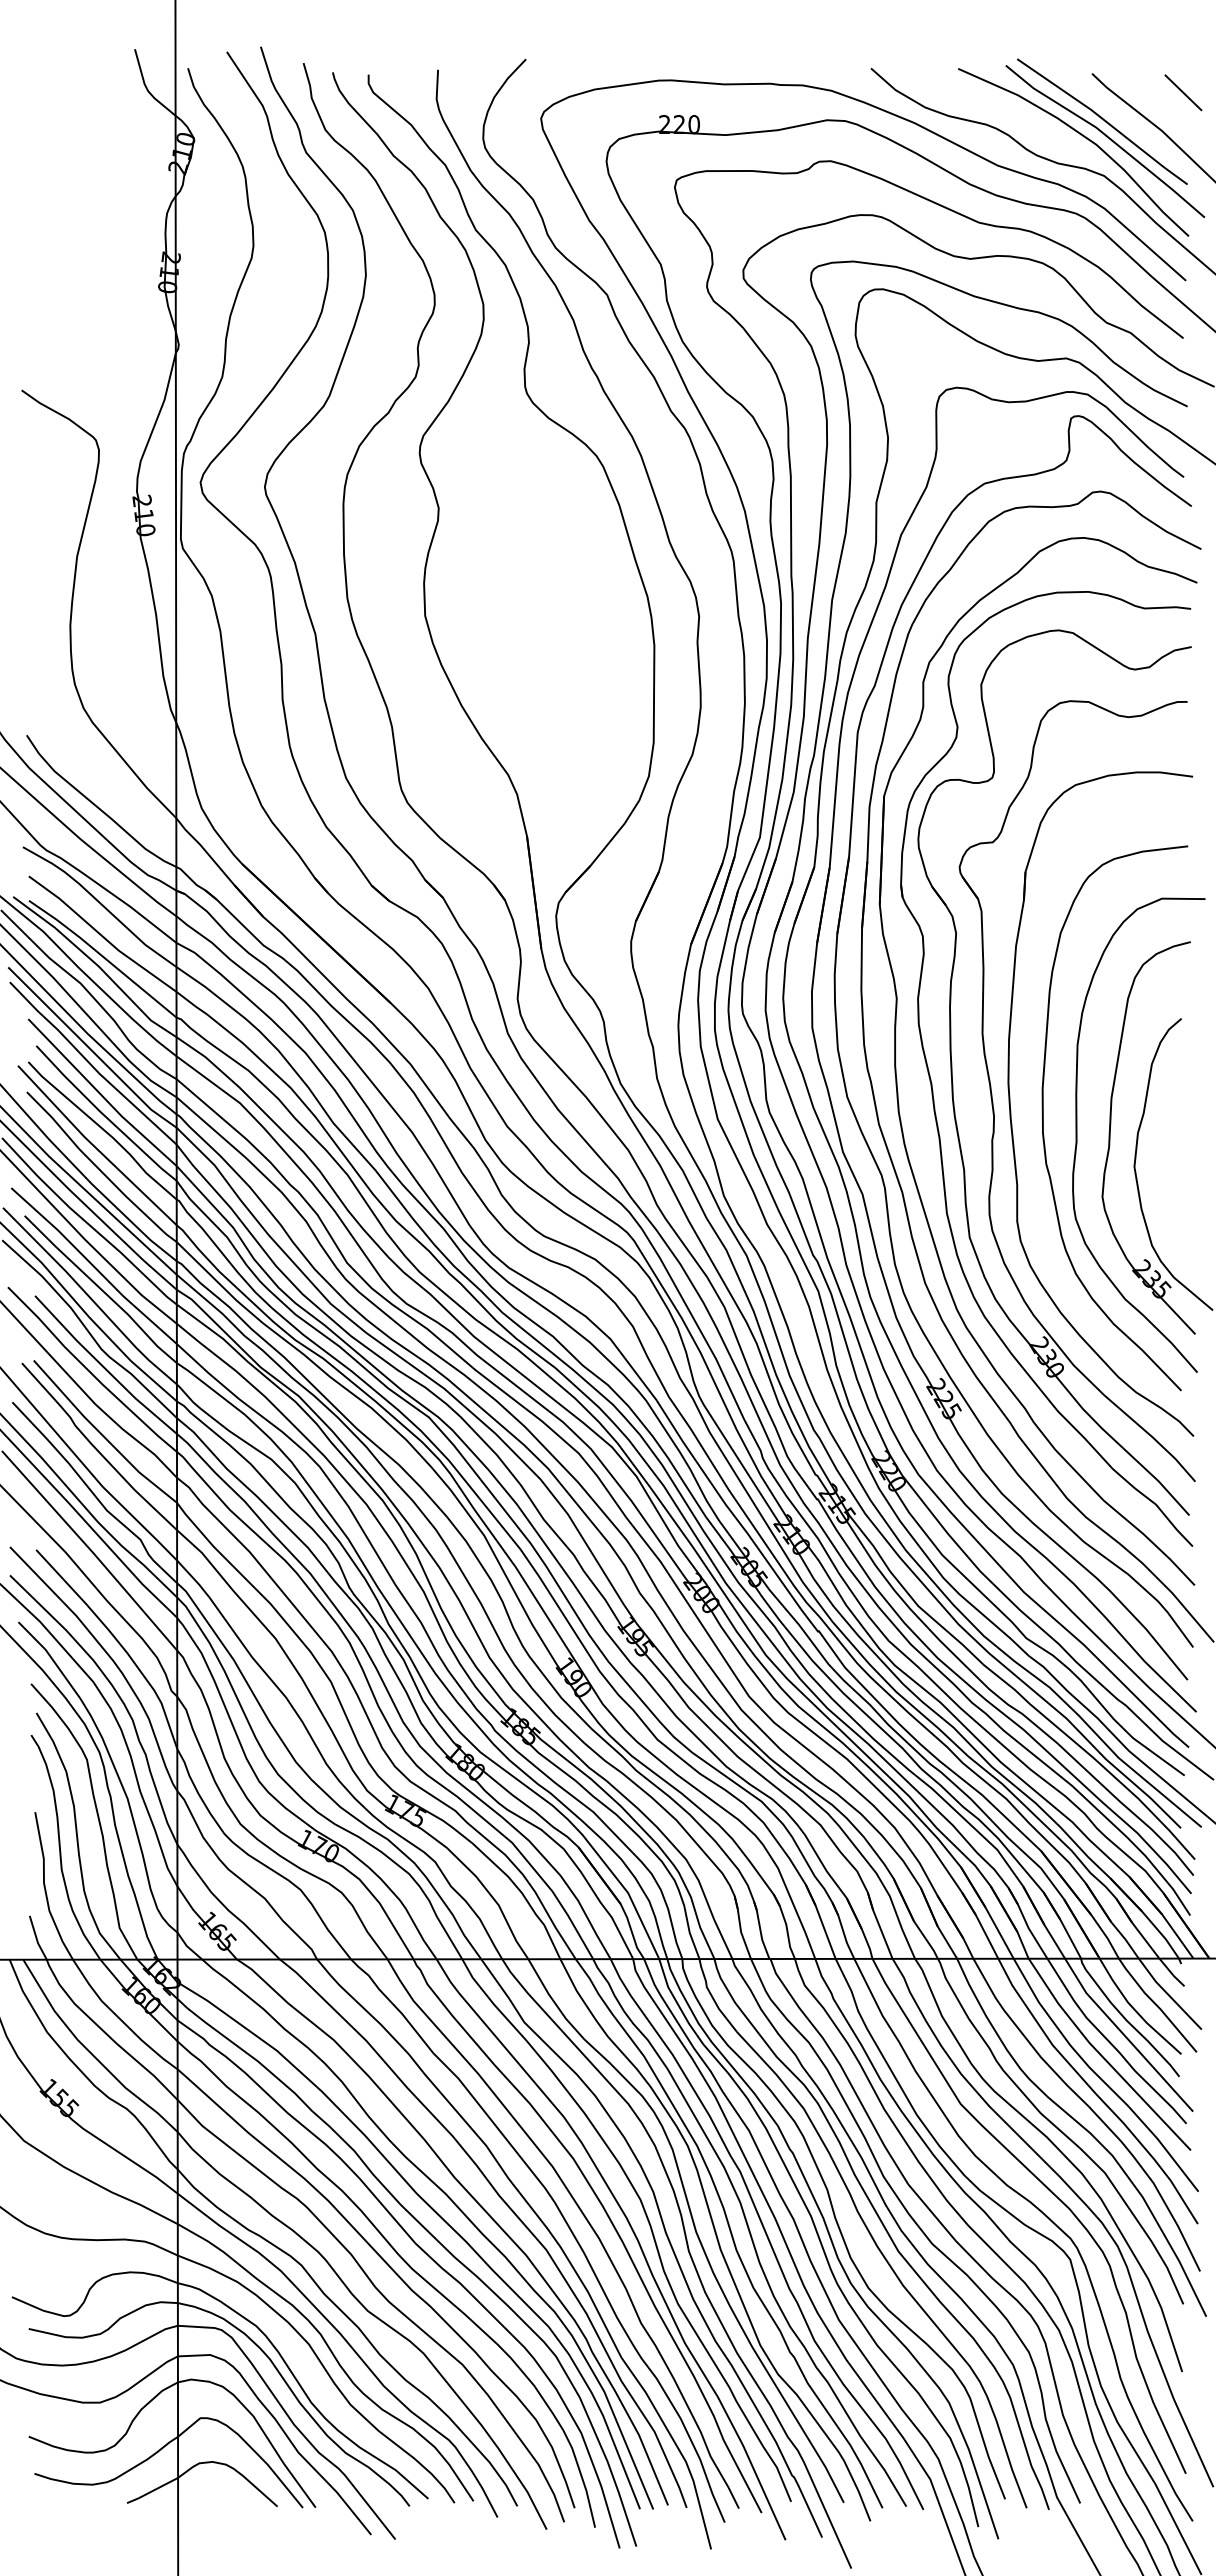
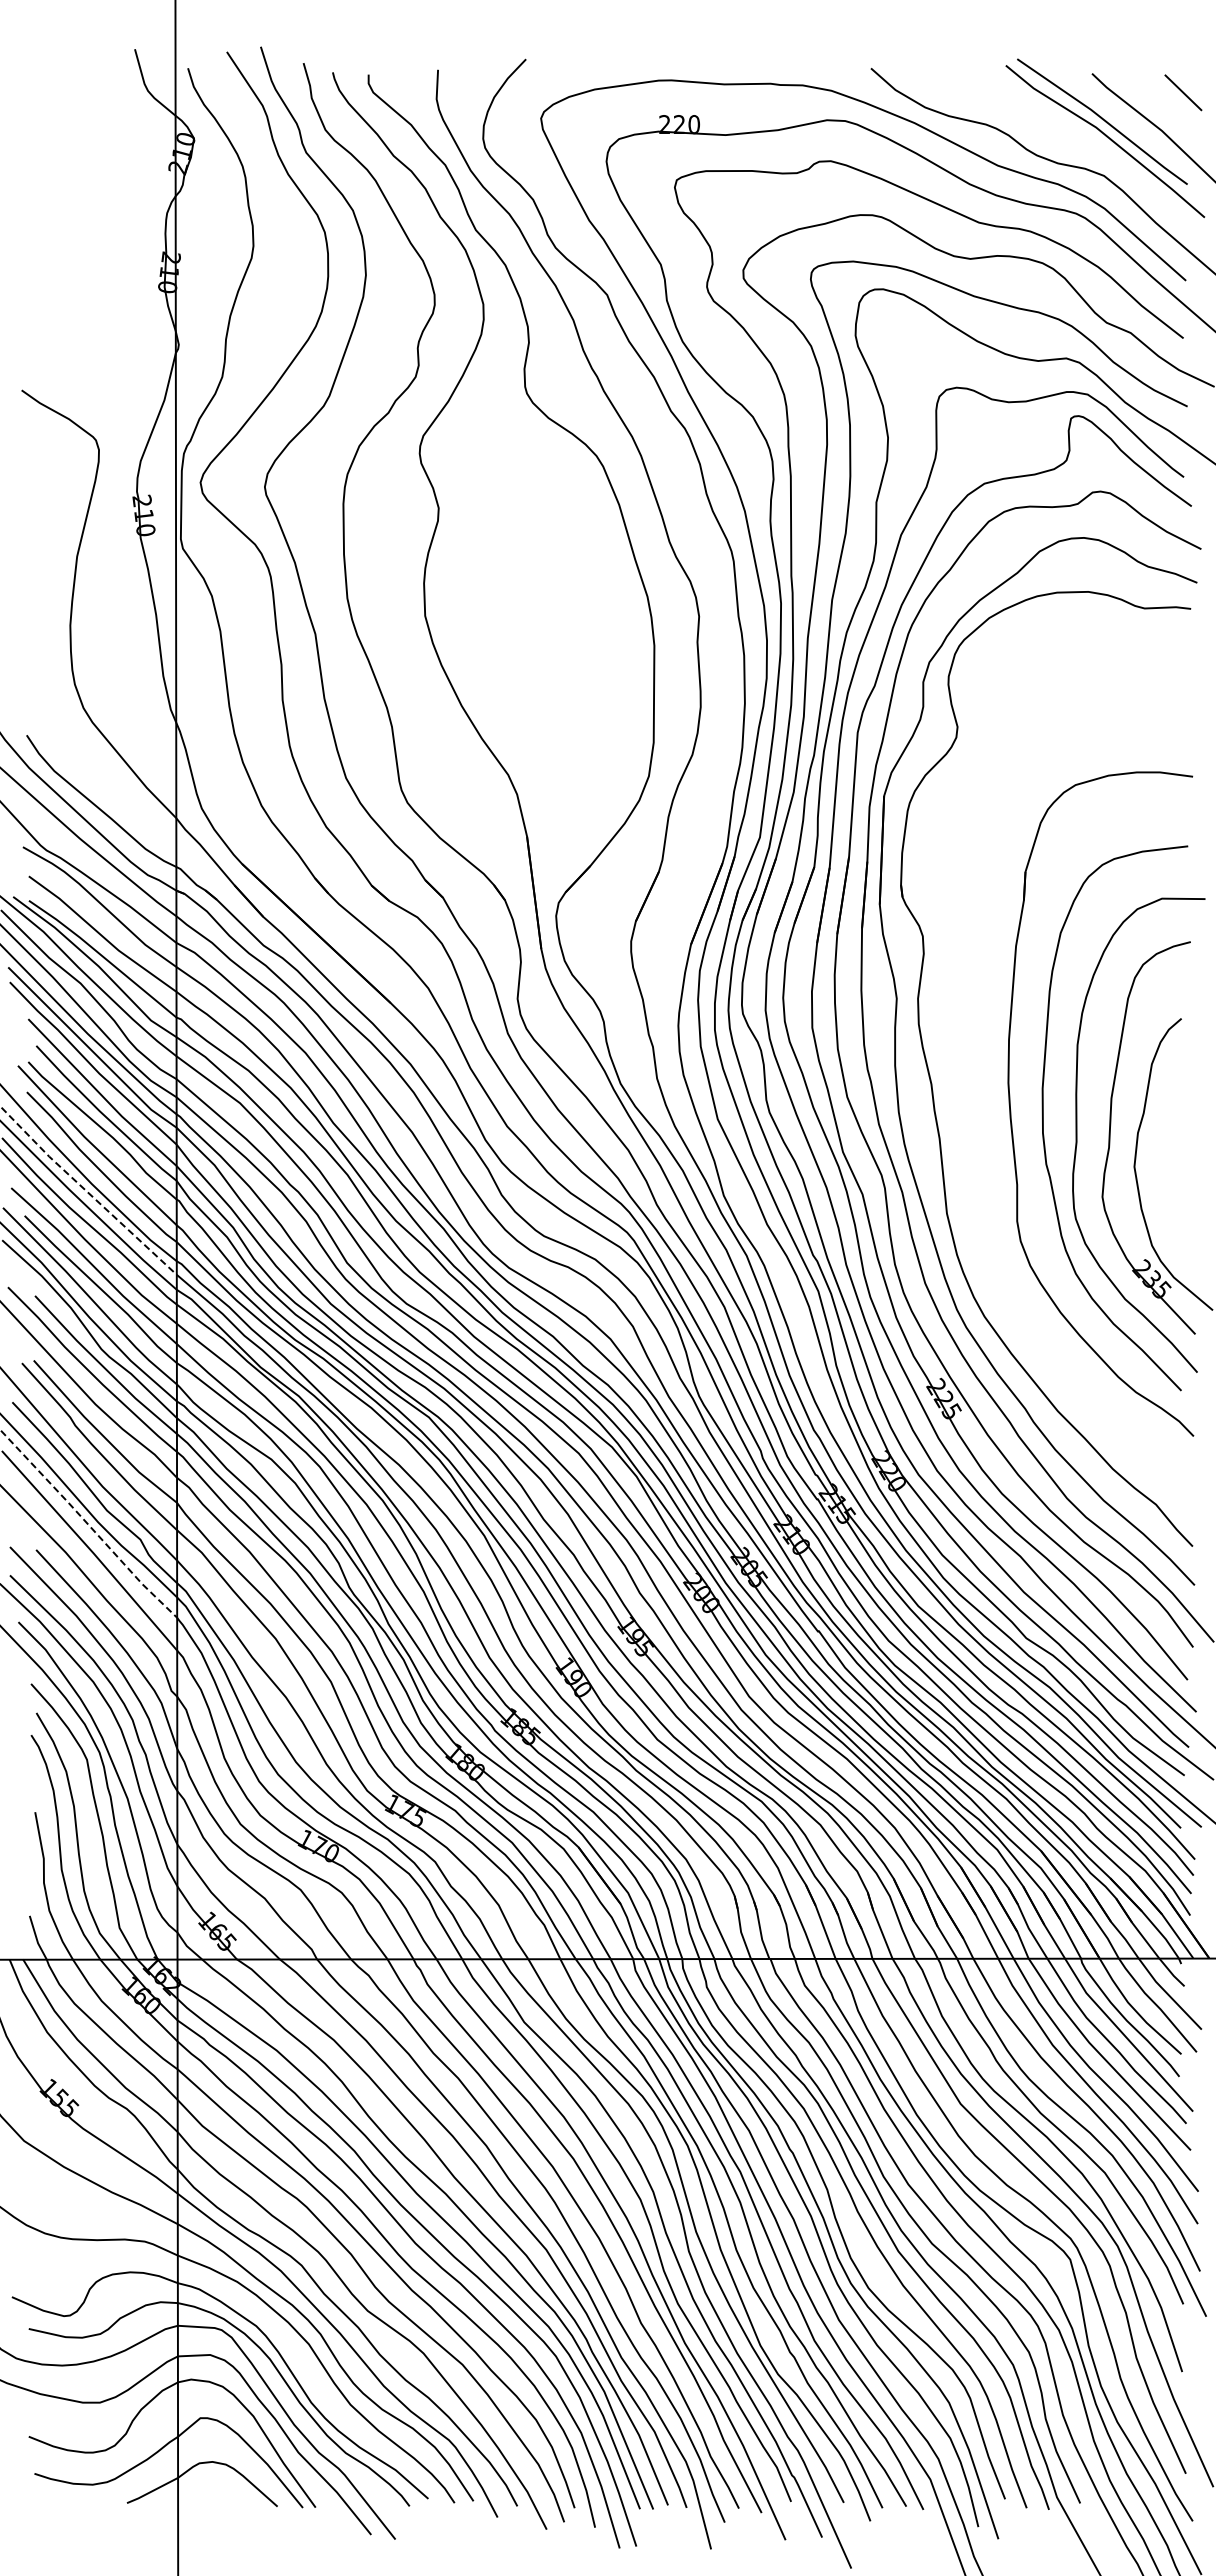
curve at (1083, 137): present -> none
part at (991, 1085): present -> none
line at (86, 1191): solid -> dashed
line at (88, 1524): solid -> dashed
